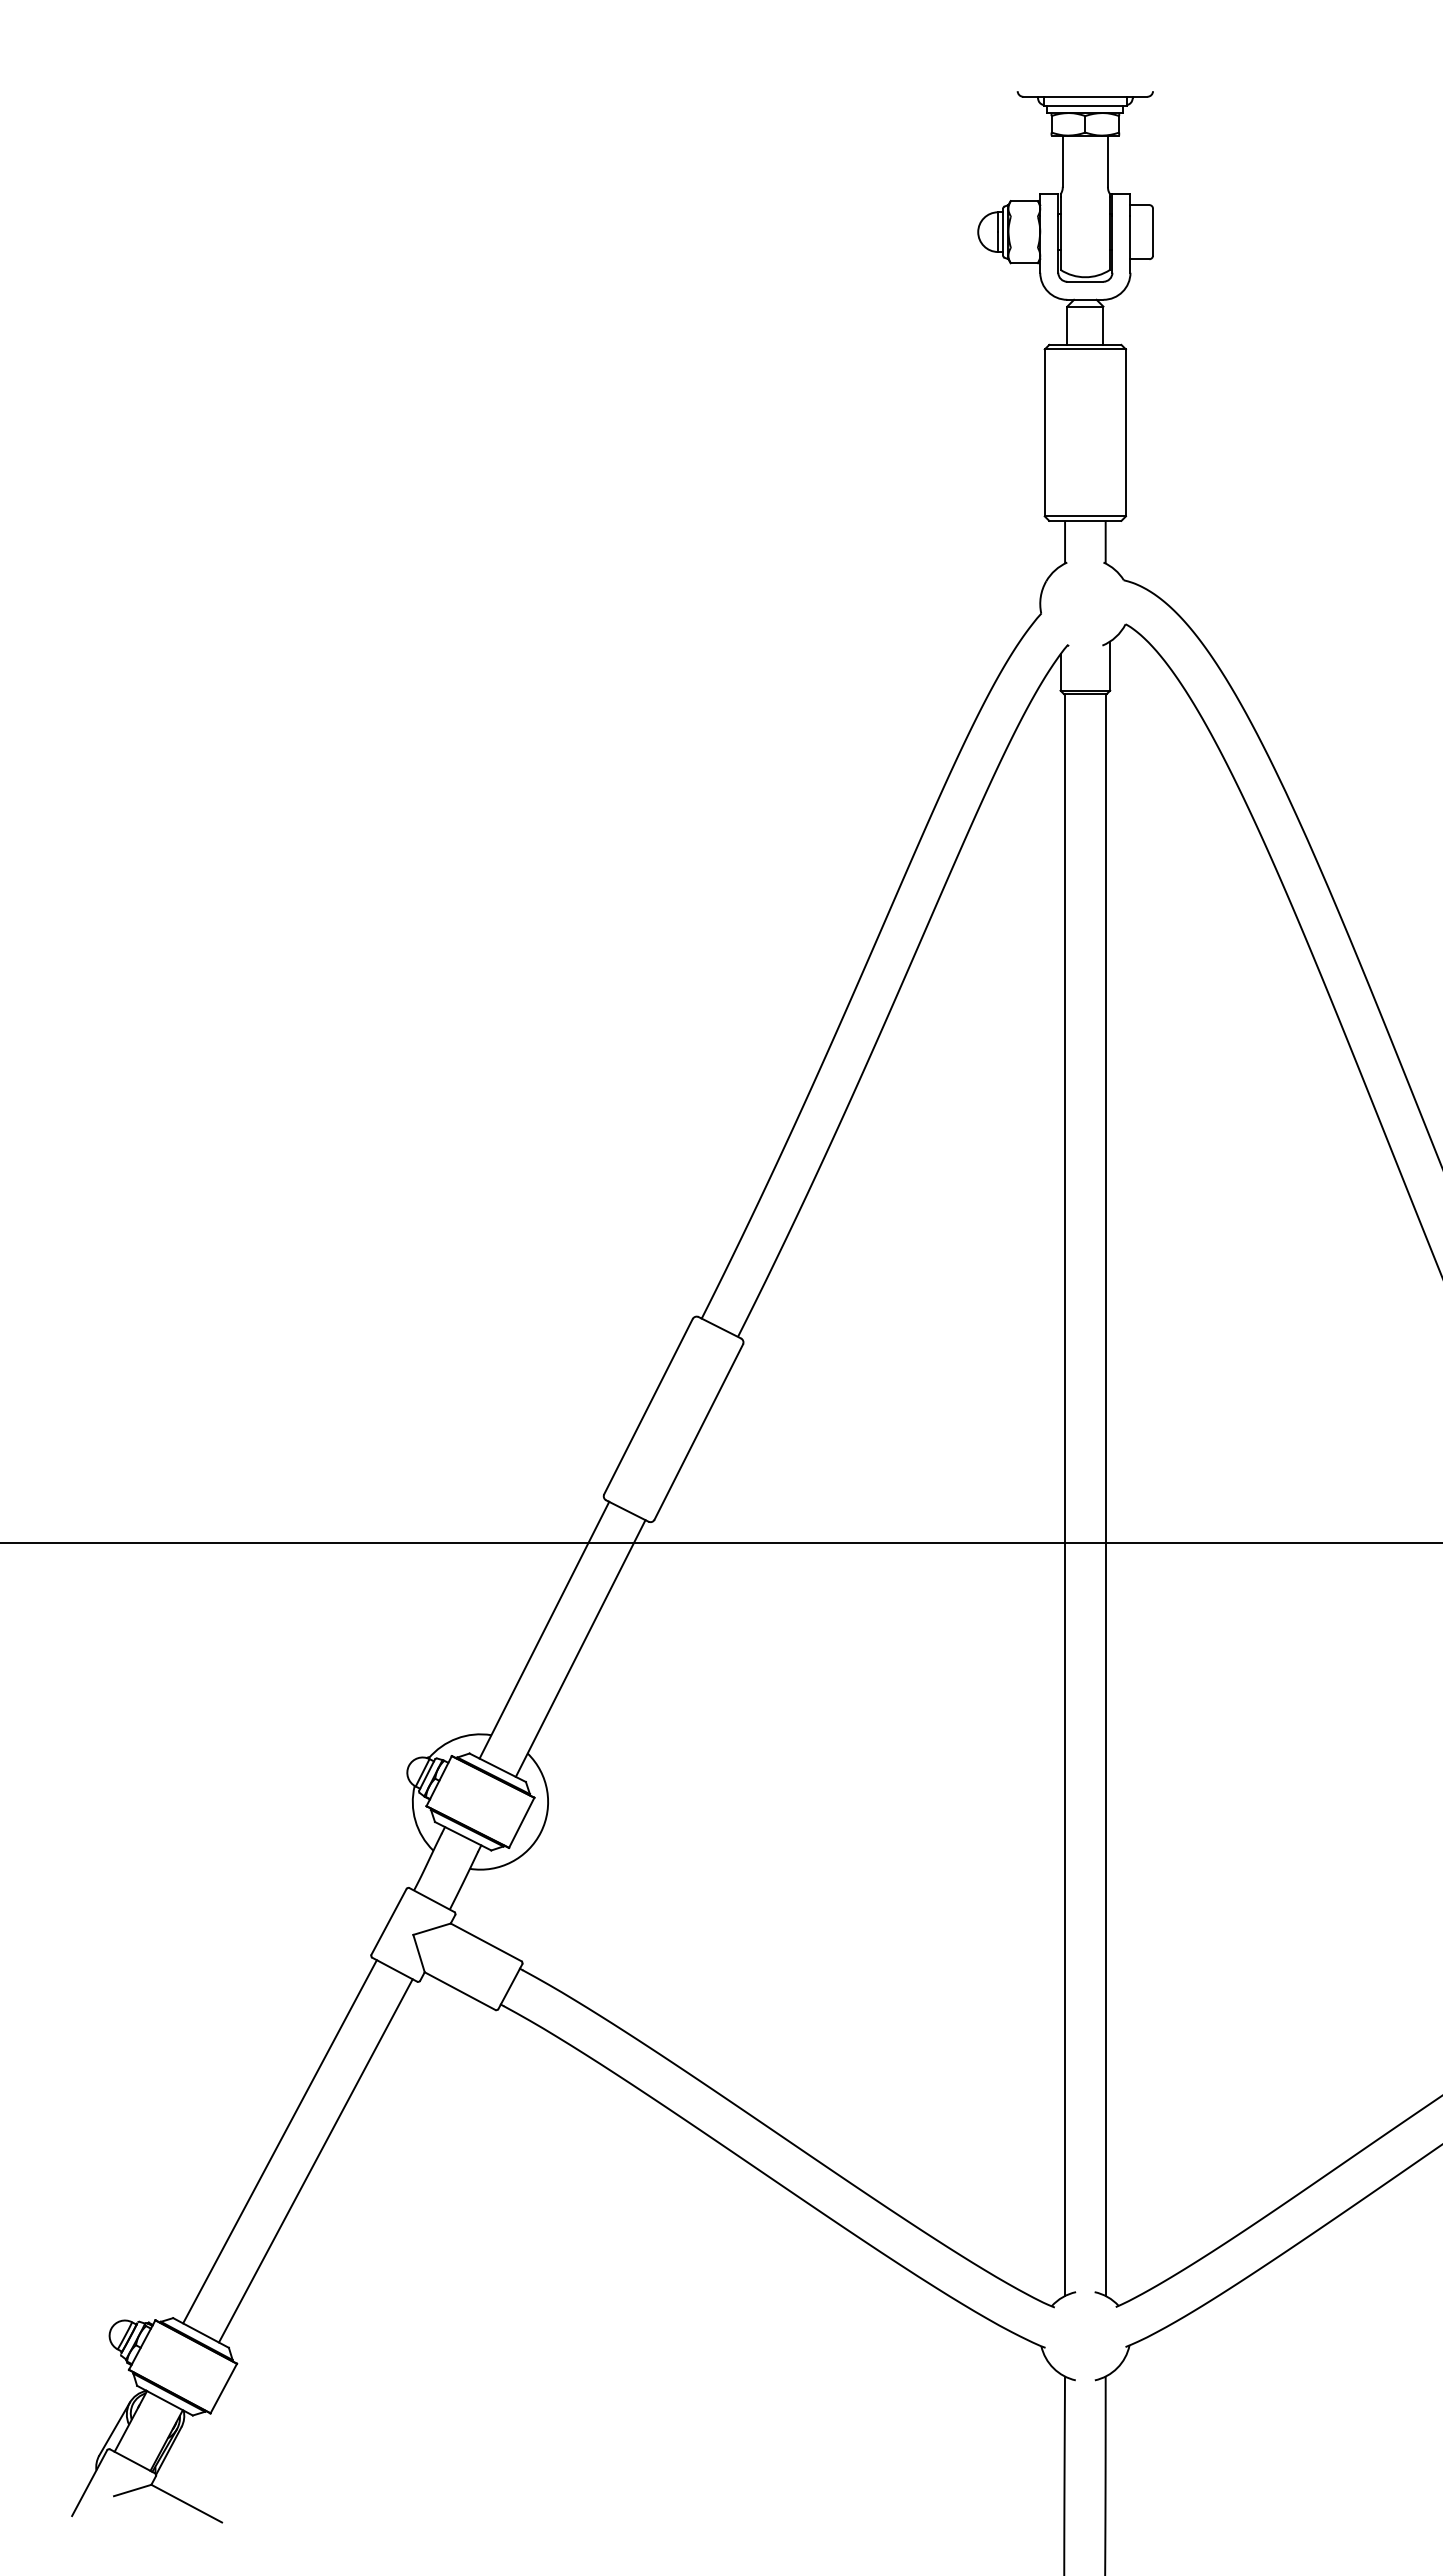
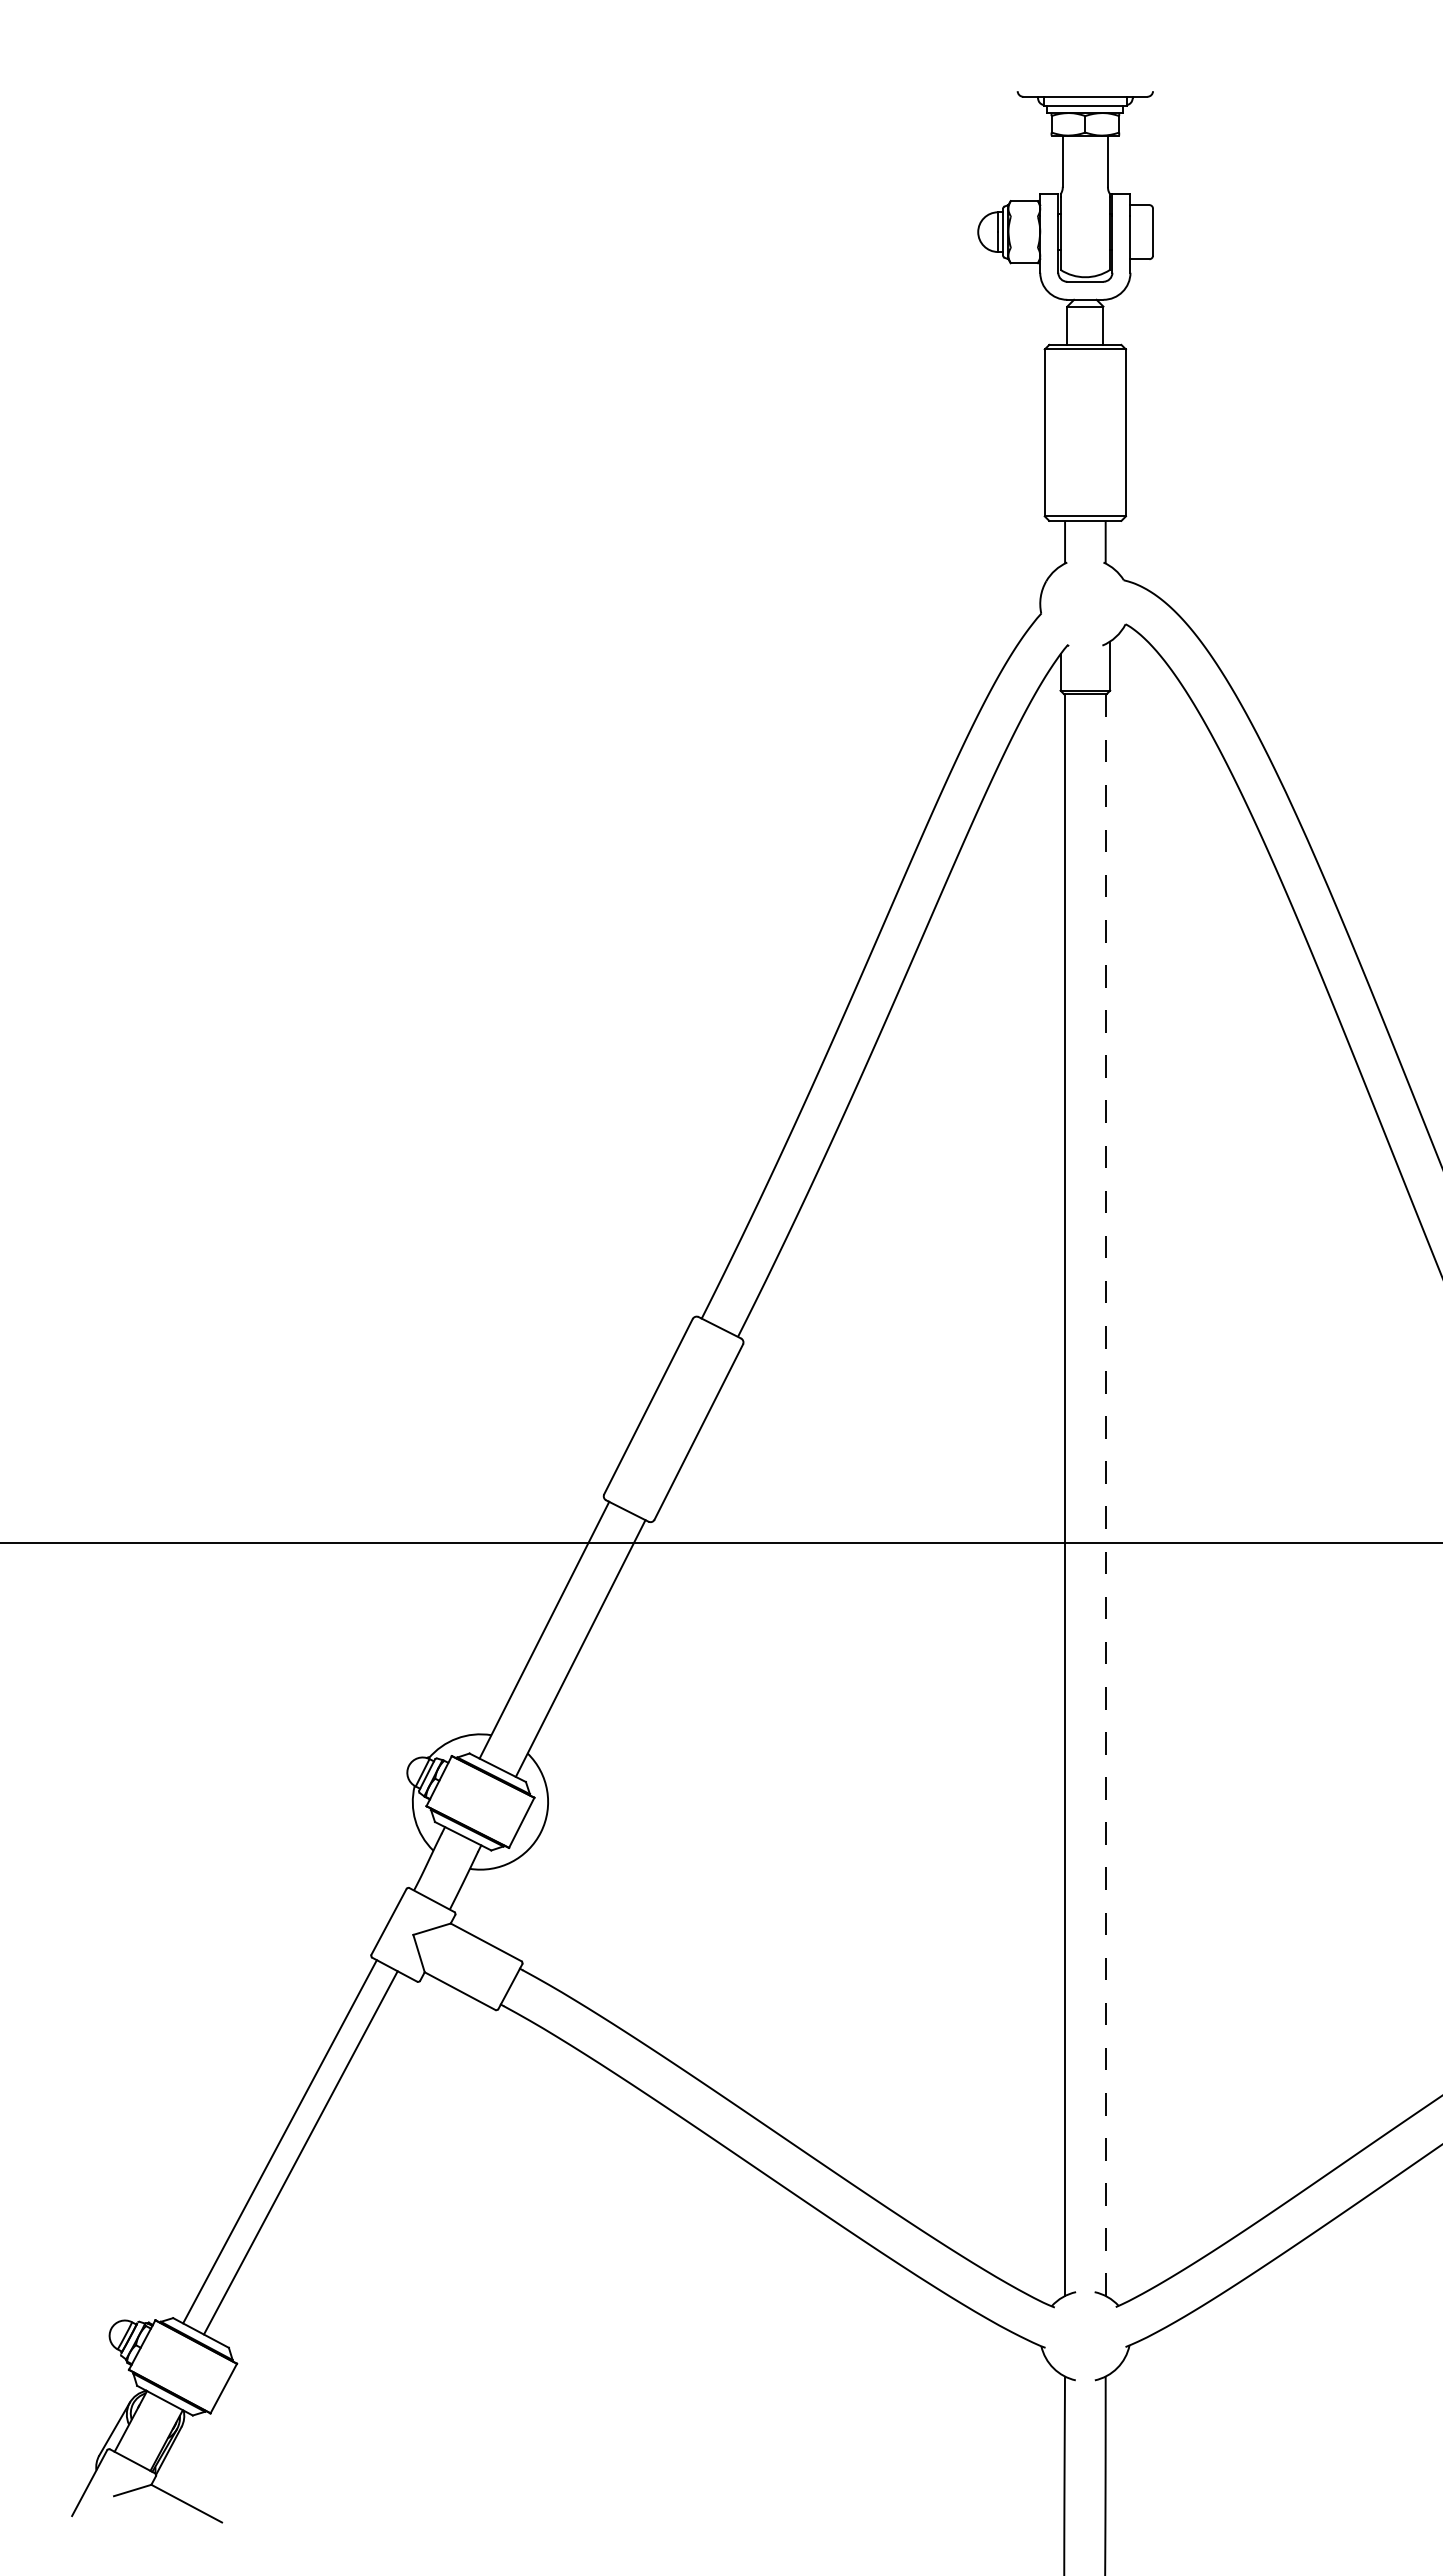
line at (1105, 1495): solid -> dashed
line at (315, 2160) position: (315, 2160) -> (300, 2152)
